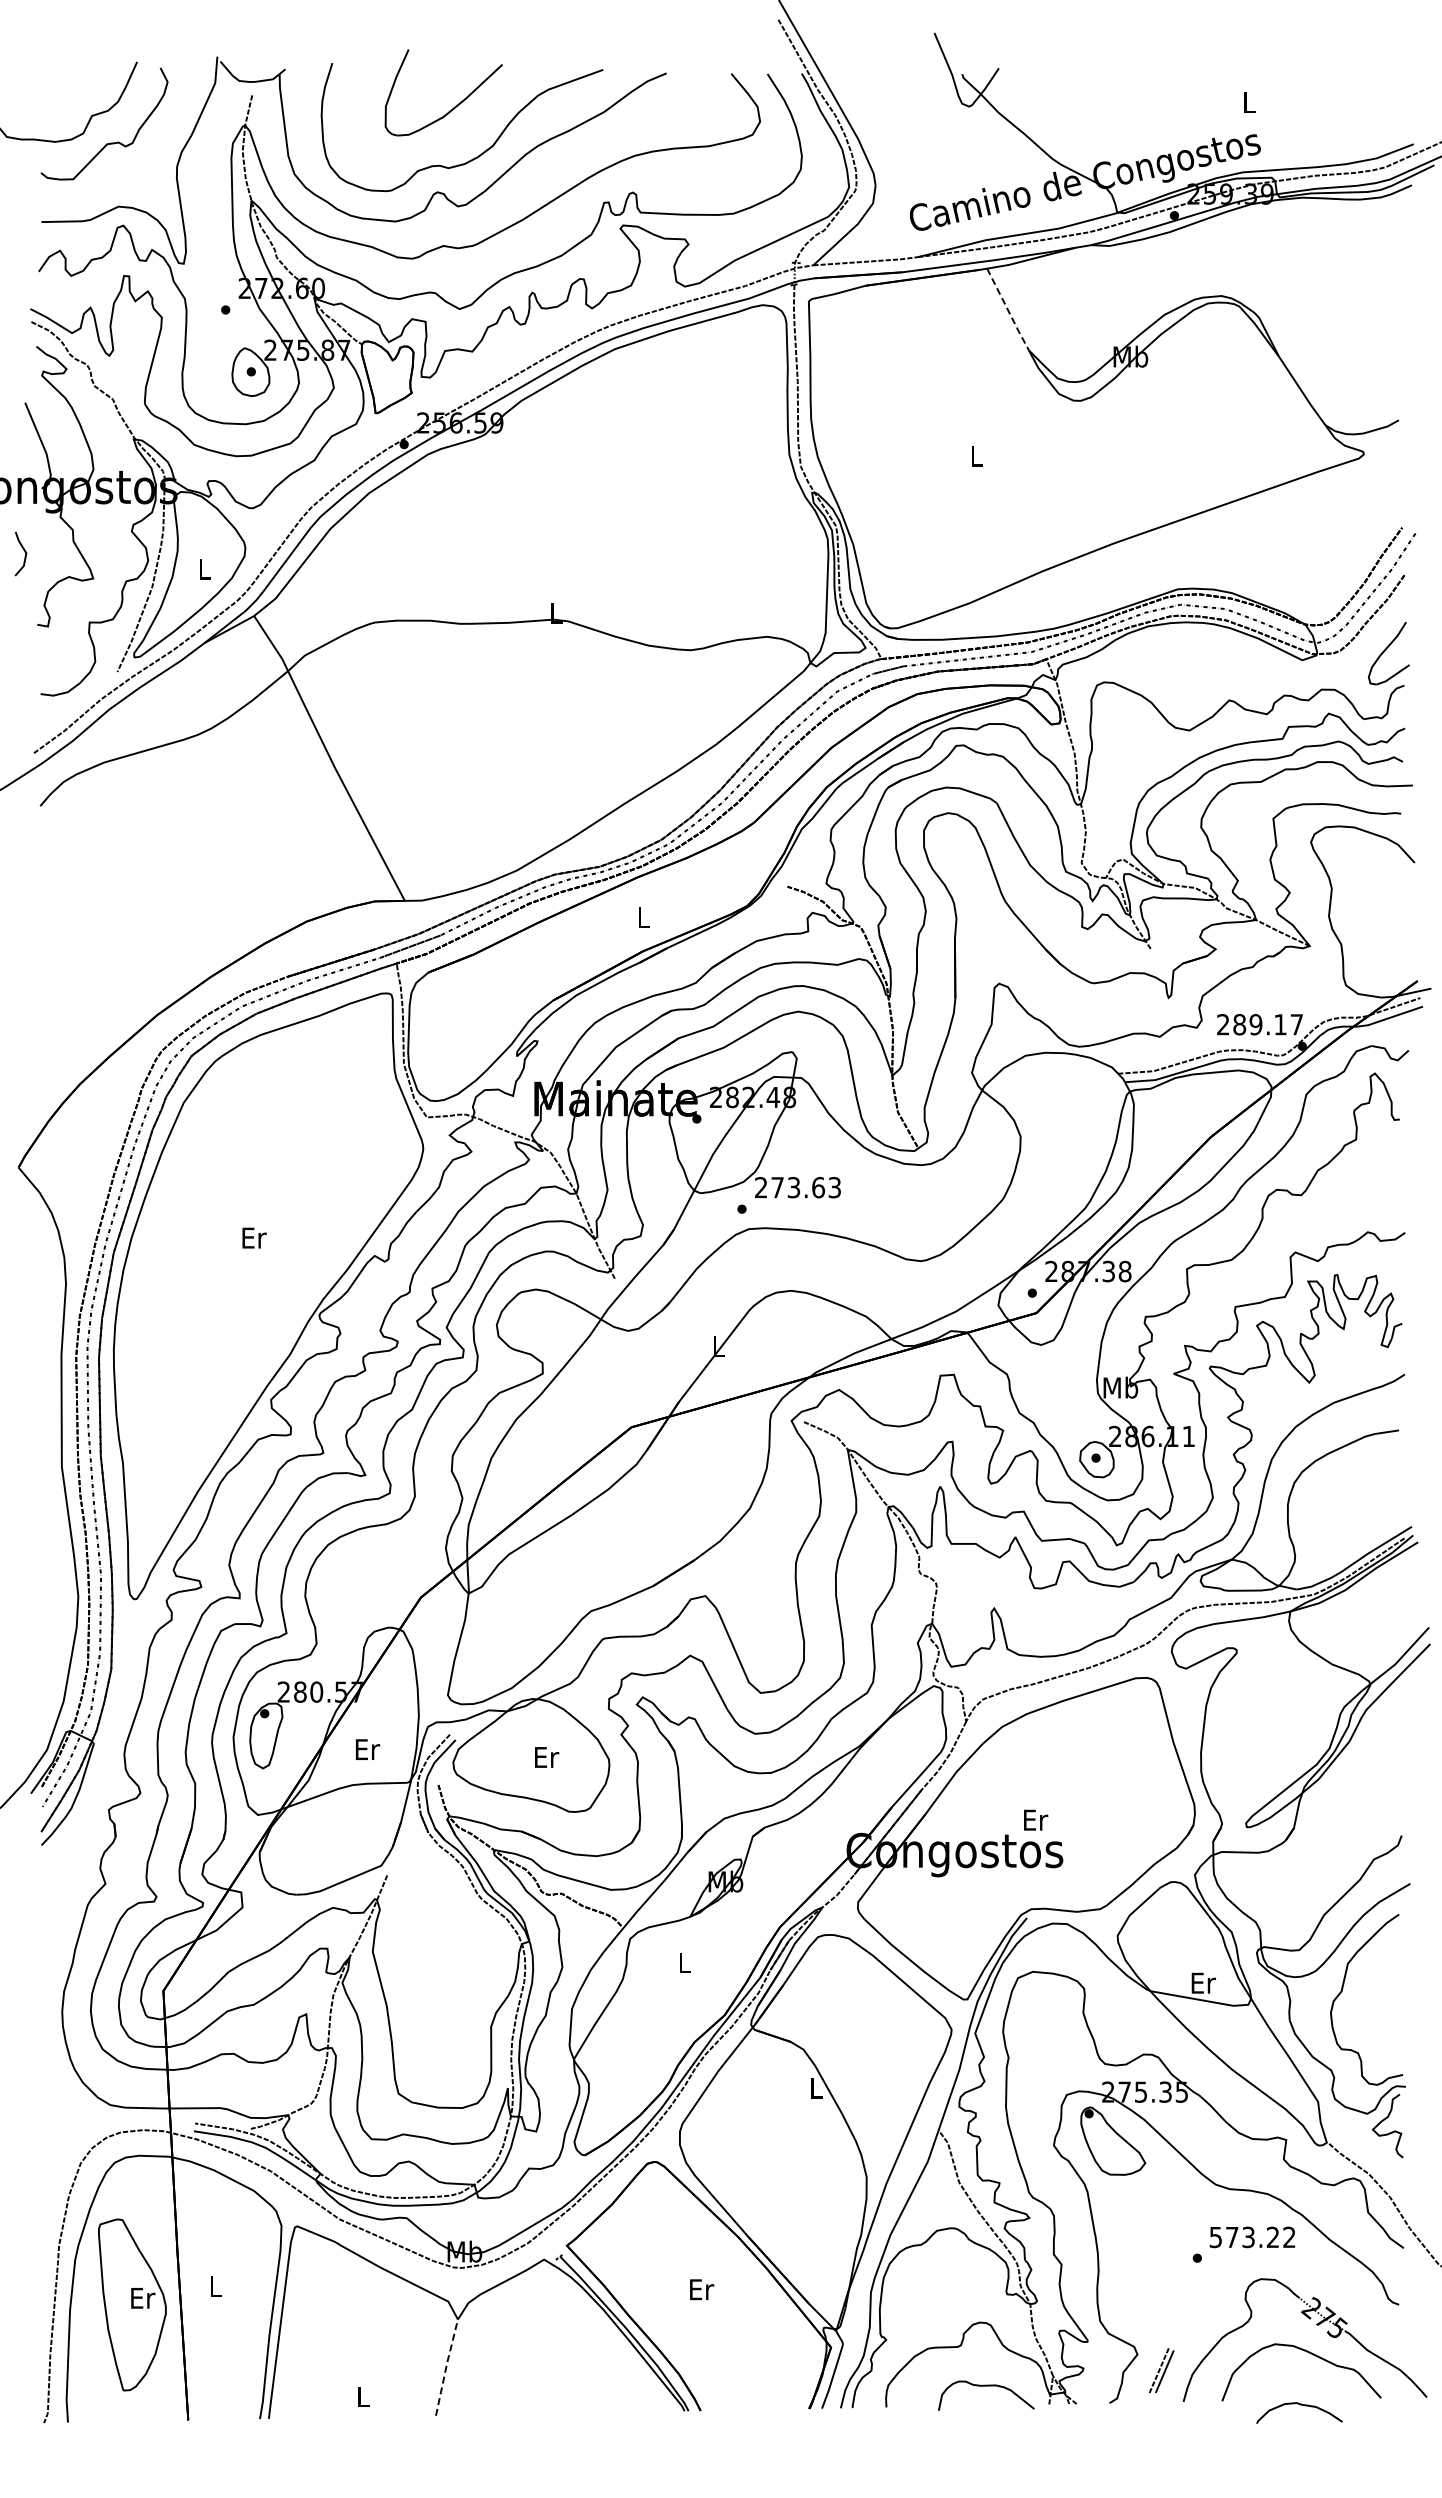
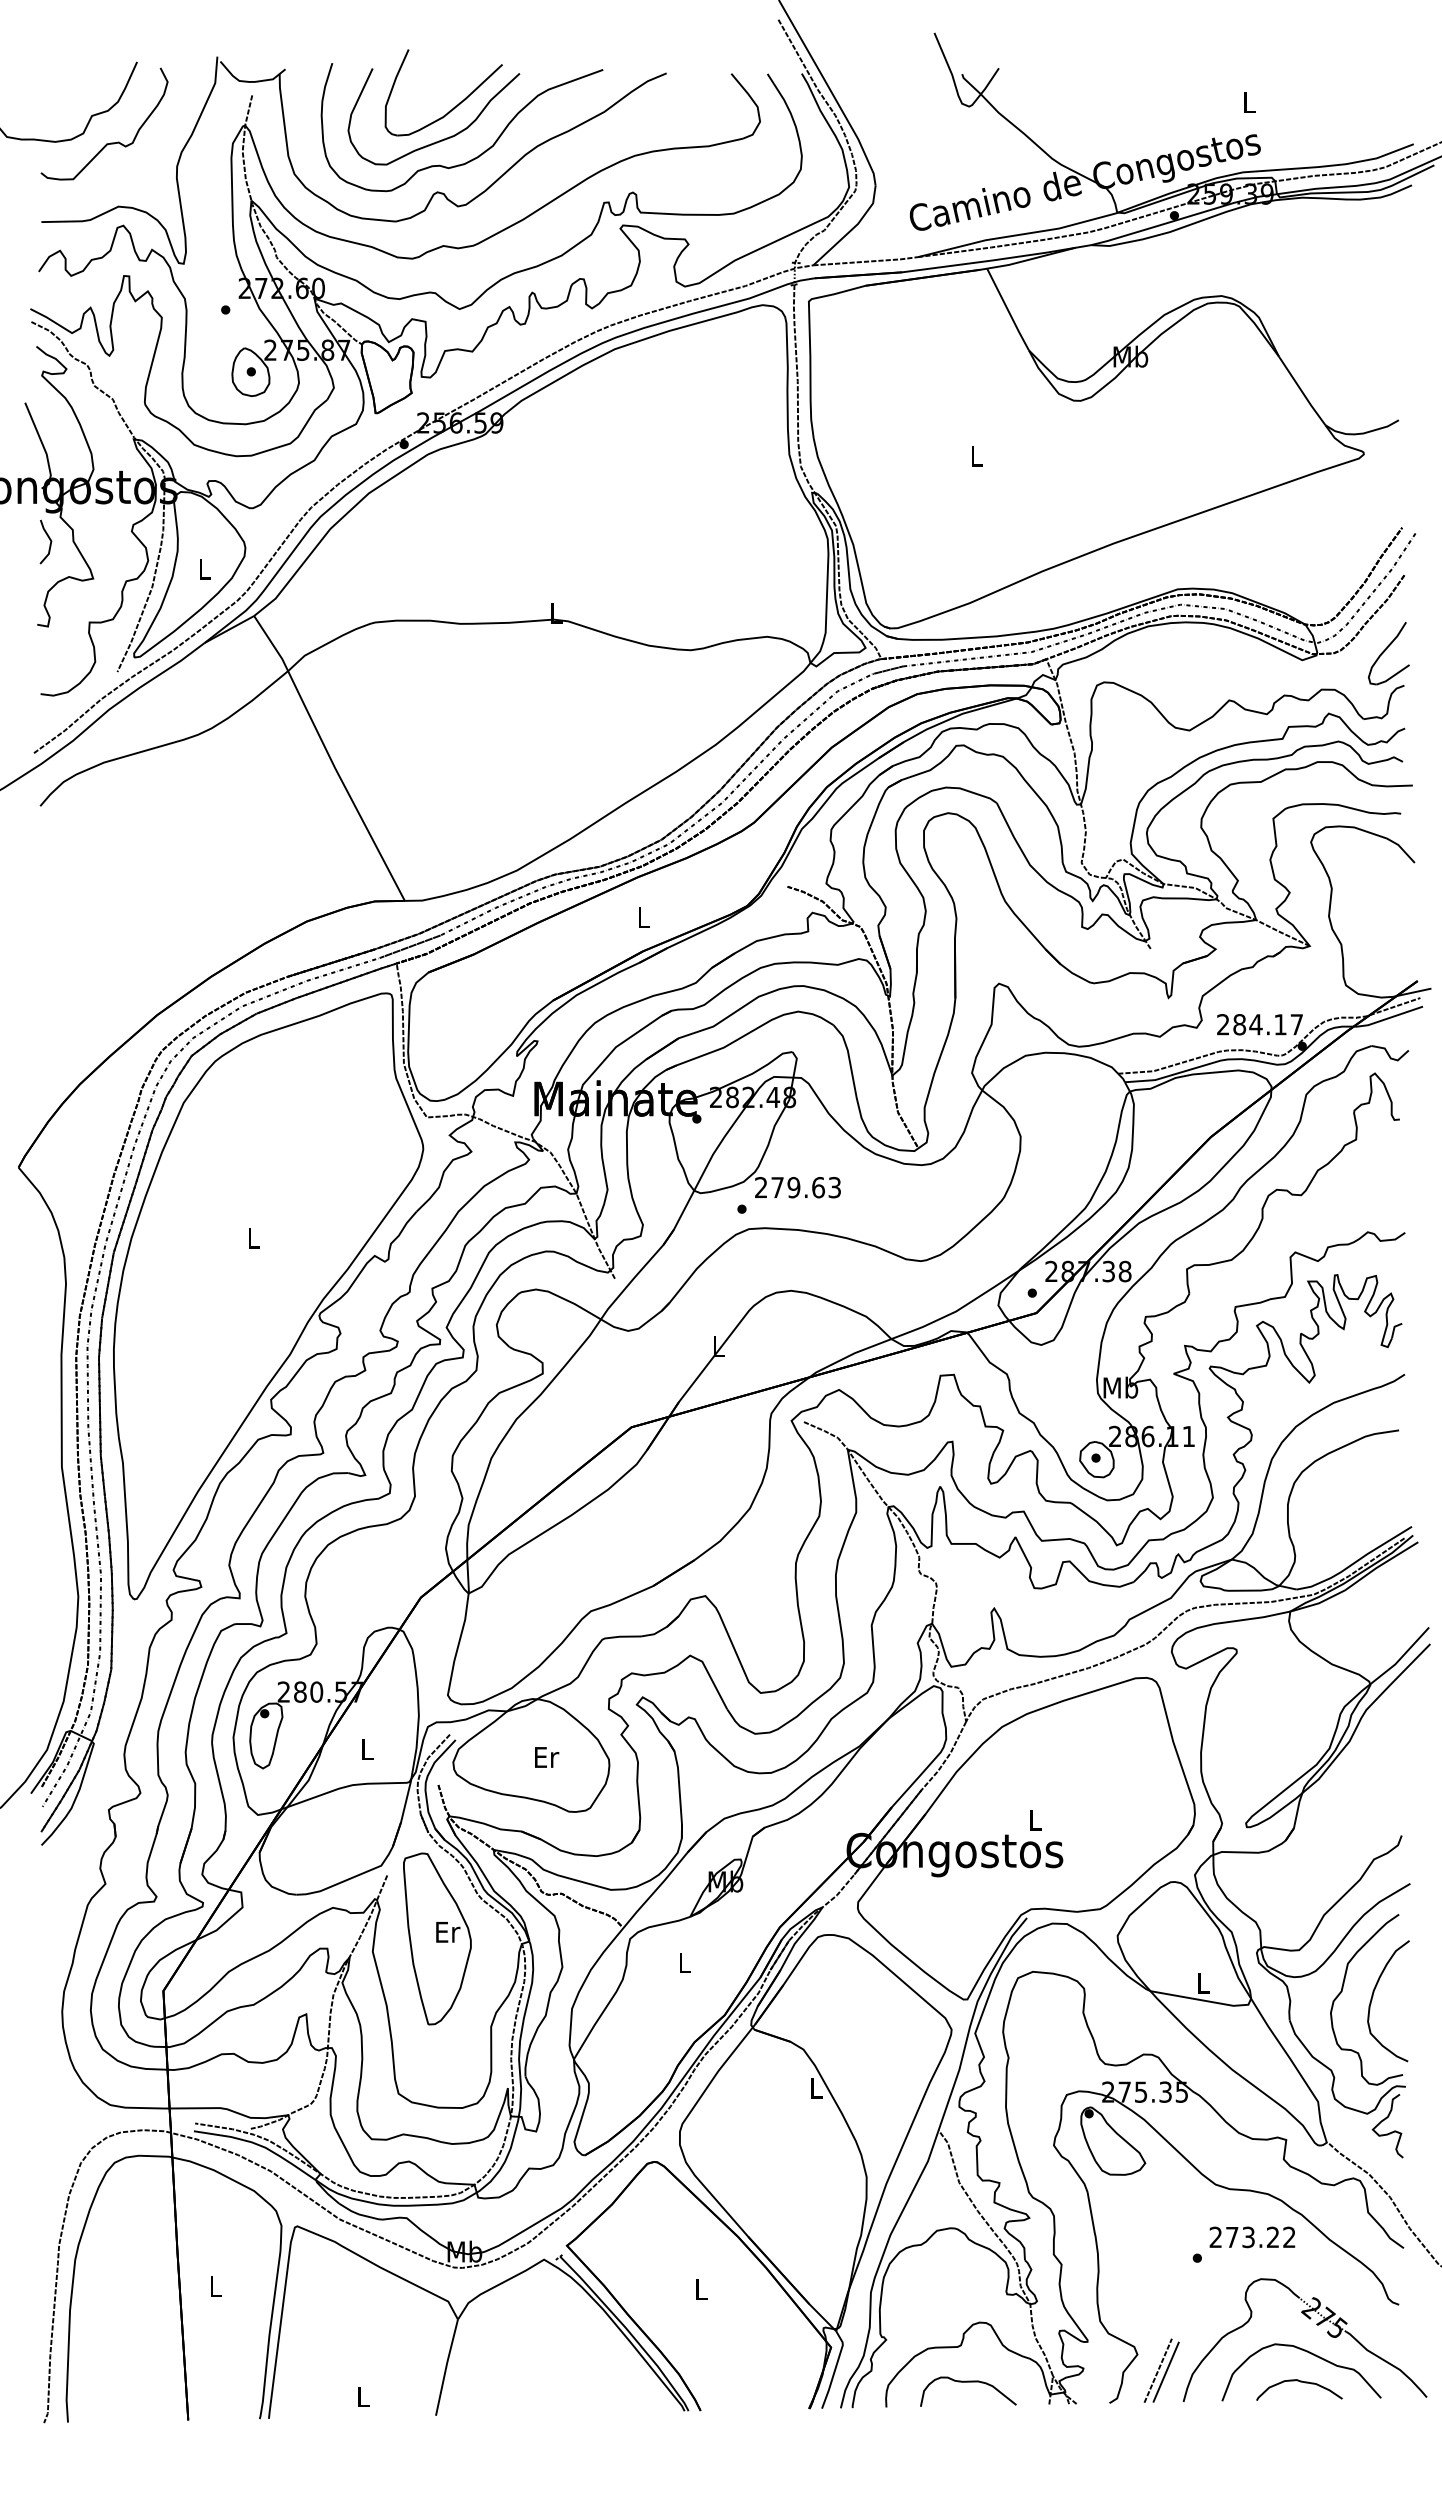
curve at (441, 139): none -> present
line at (1008, 310): dashed -> solid
line at (24, 552) position: (24, 552) -> (49, 540)
text at (1255, 1024): 289.17 -> 284.17
text at (793, 1187): 273.63 -> 279.63
text at (254, 1237): Er -> L
text at (367, 1749): Er -> L
text at (1036, 1819): Er -> L
text at (1203, 1982): Er -> L
curve at (1373, 1996): none -> present
text at (1215, 2237): 573.22 -> 273.22
text at (702, 2289): Er -> L
part at (132, 2304) position: (132, 2304) -> (437, 1938)
line at (446, 2366): dashed -> solid
part at (1161, 2370) size: 27x46 px -> 37x65 px
curve at (986, 2386) position: (986, 2386) -> (968, 2382)
curve at (1300, 2405) position: (1300, 2405) -> (1300, 2382)
